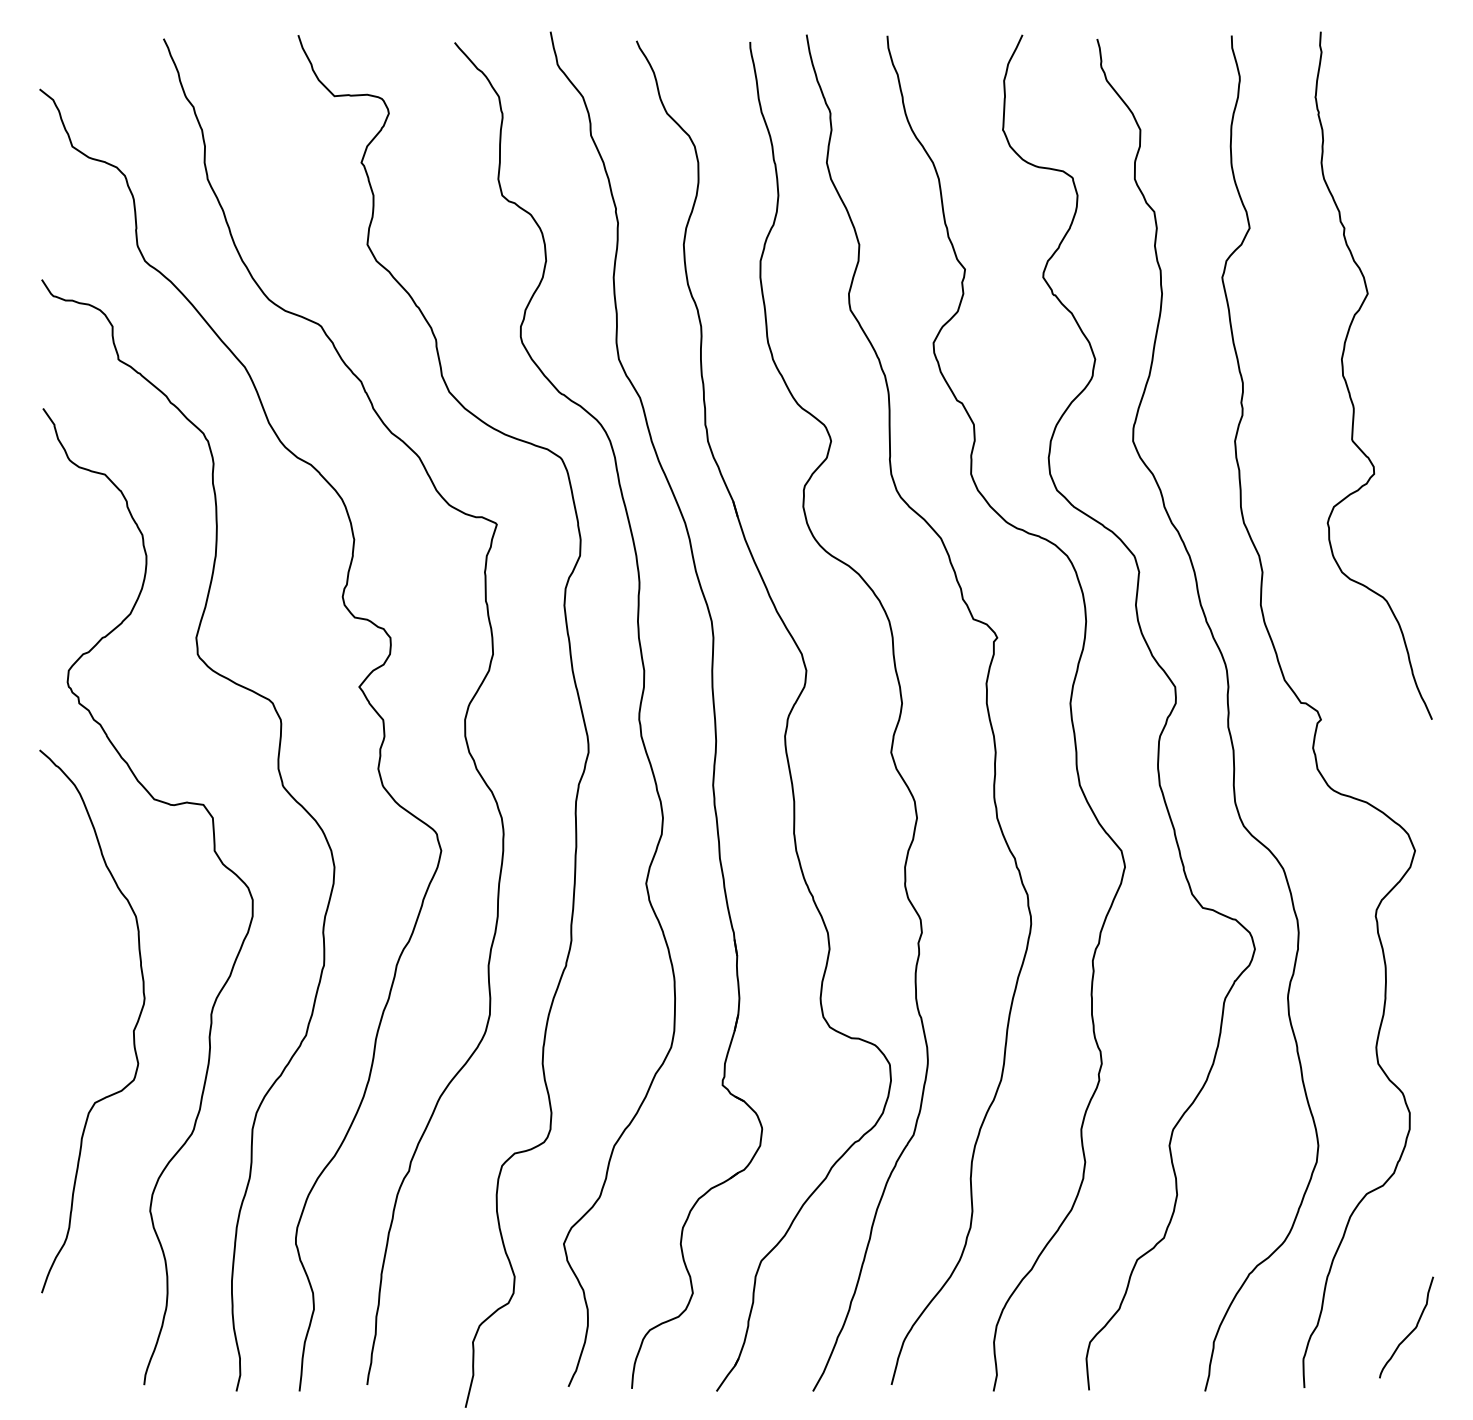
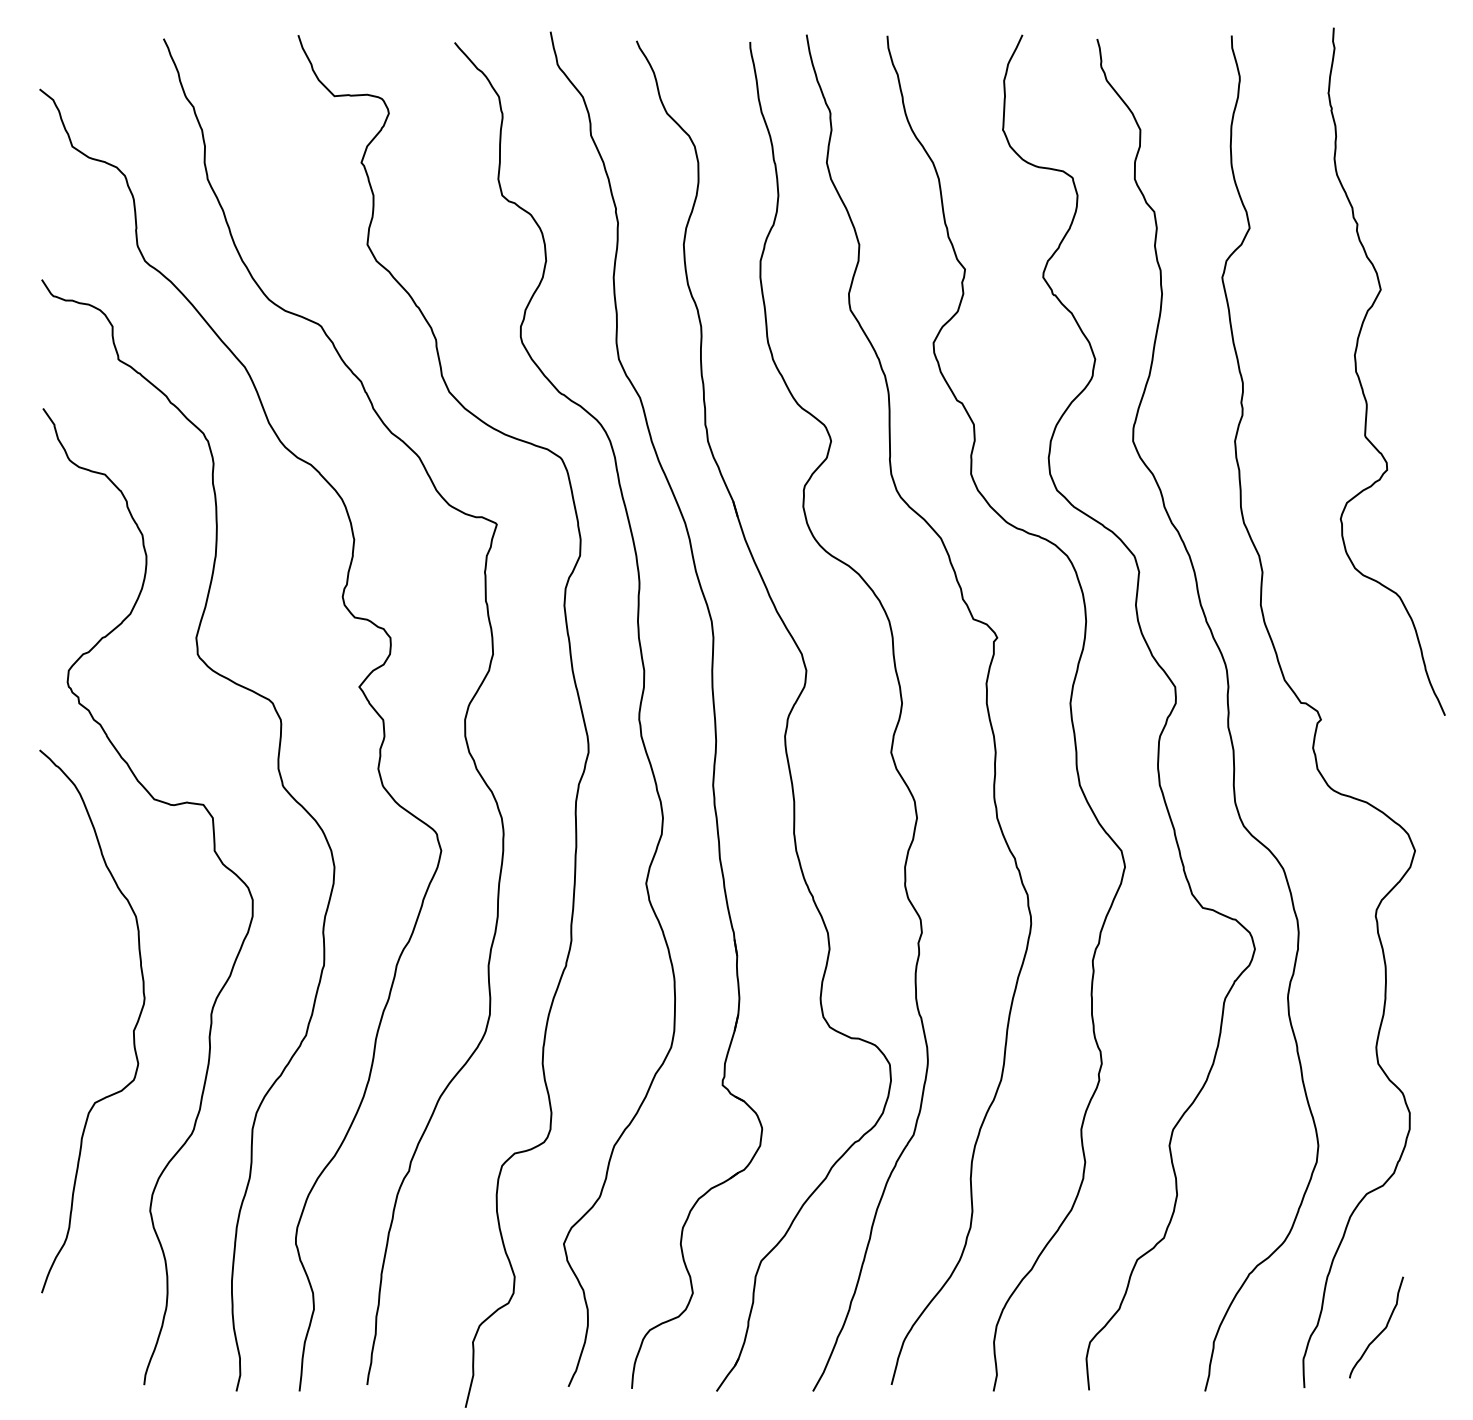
curve at (1347, 383) position: (1347, 383) -> (1360, 379)
curve at (1410, 1331) position: (1410, 1331) -> (1380, 1331)
